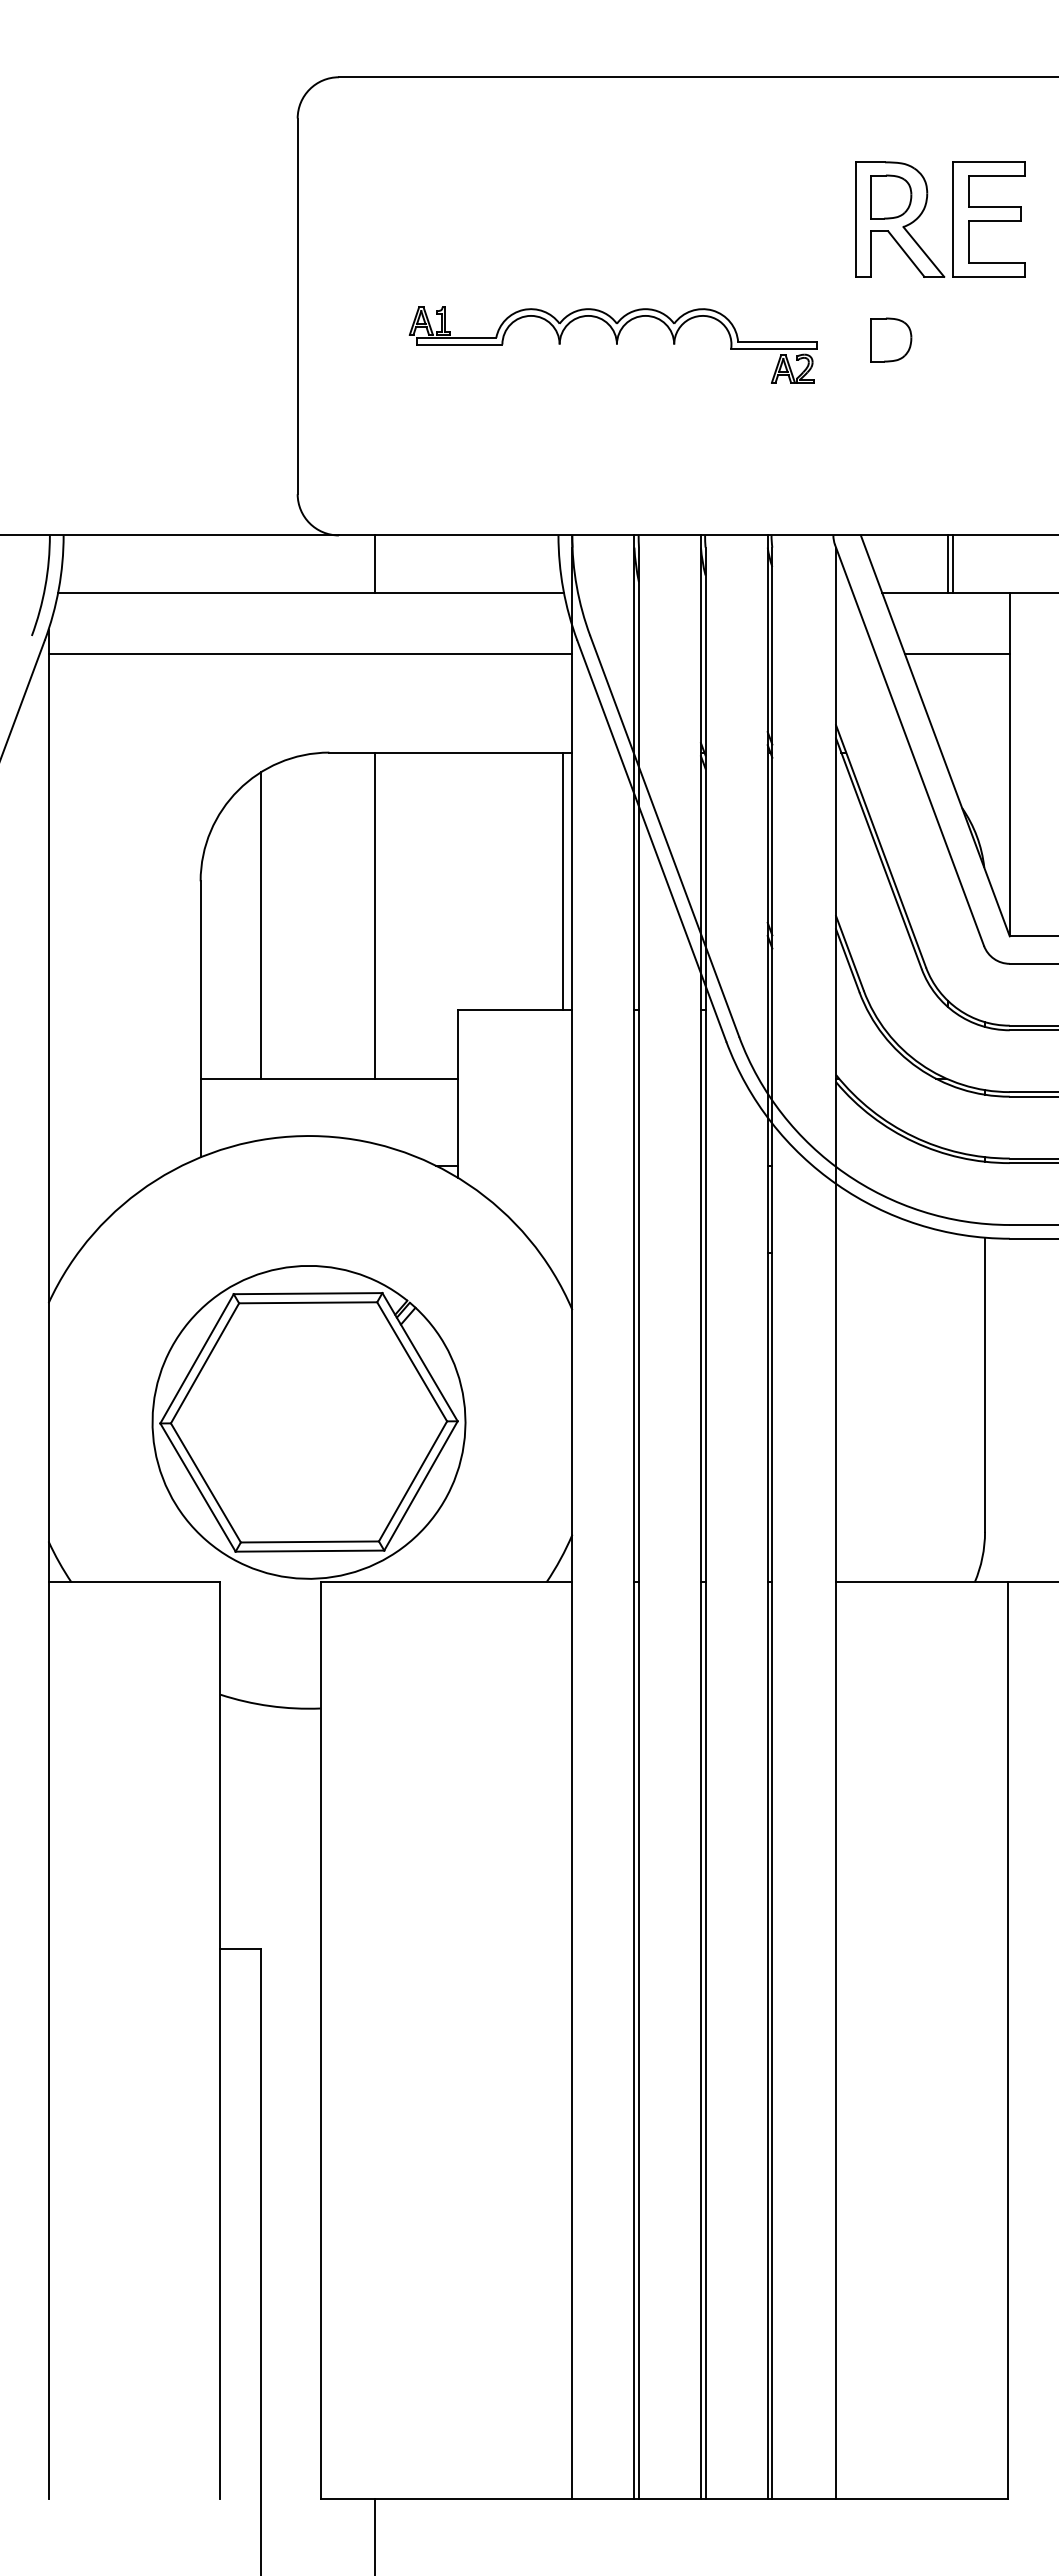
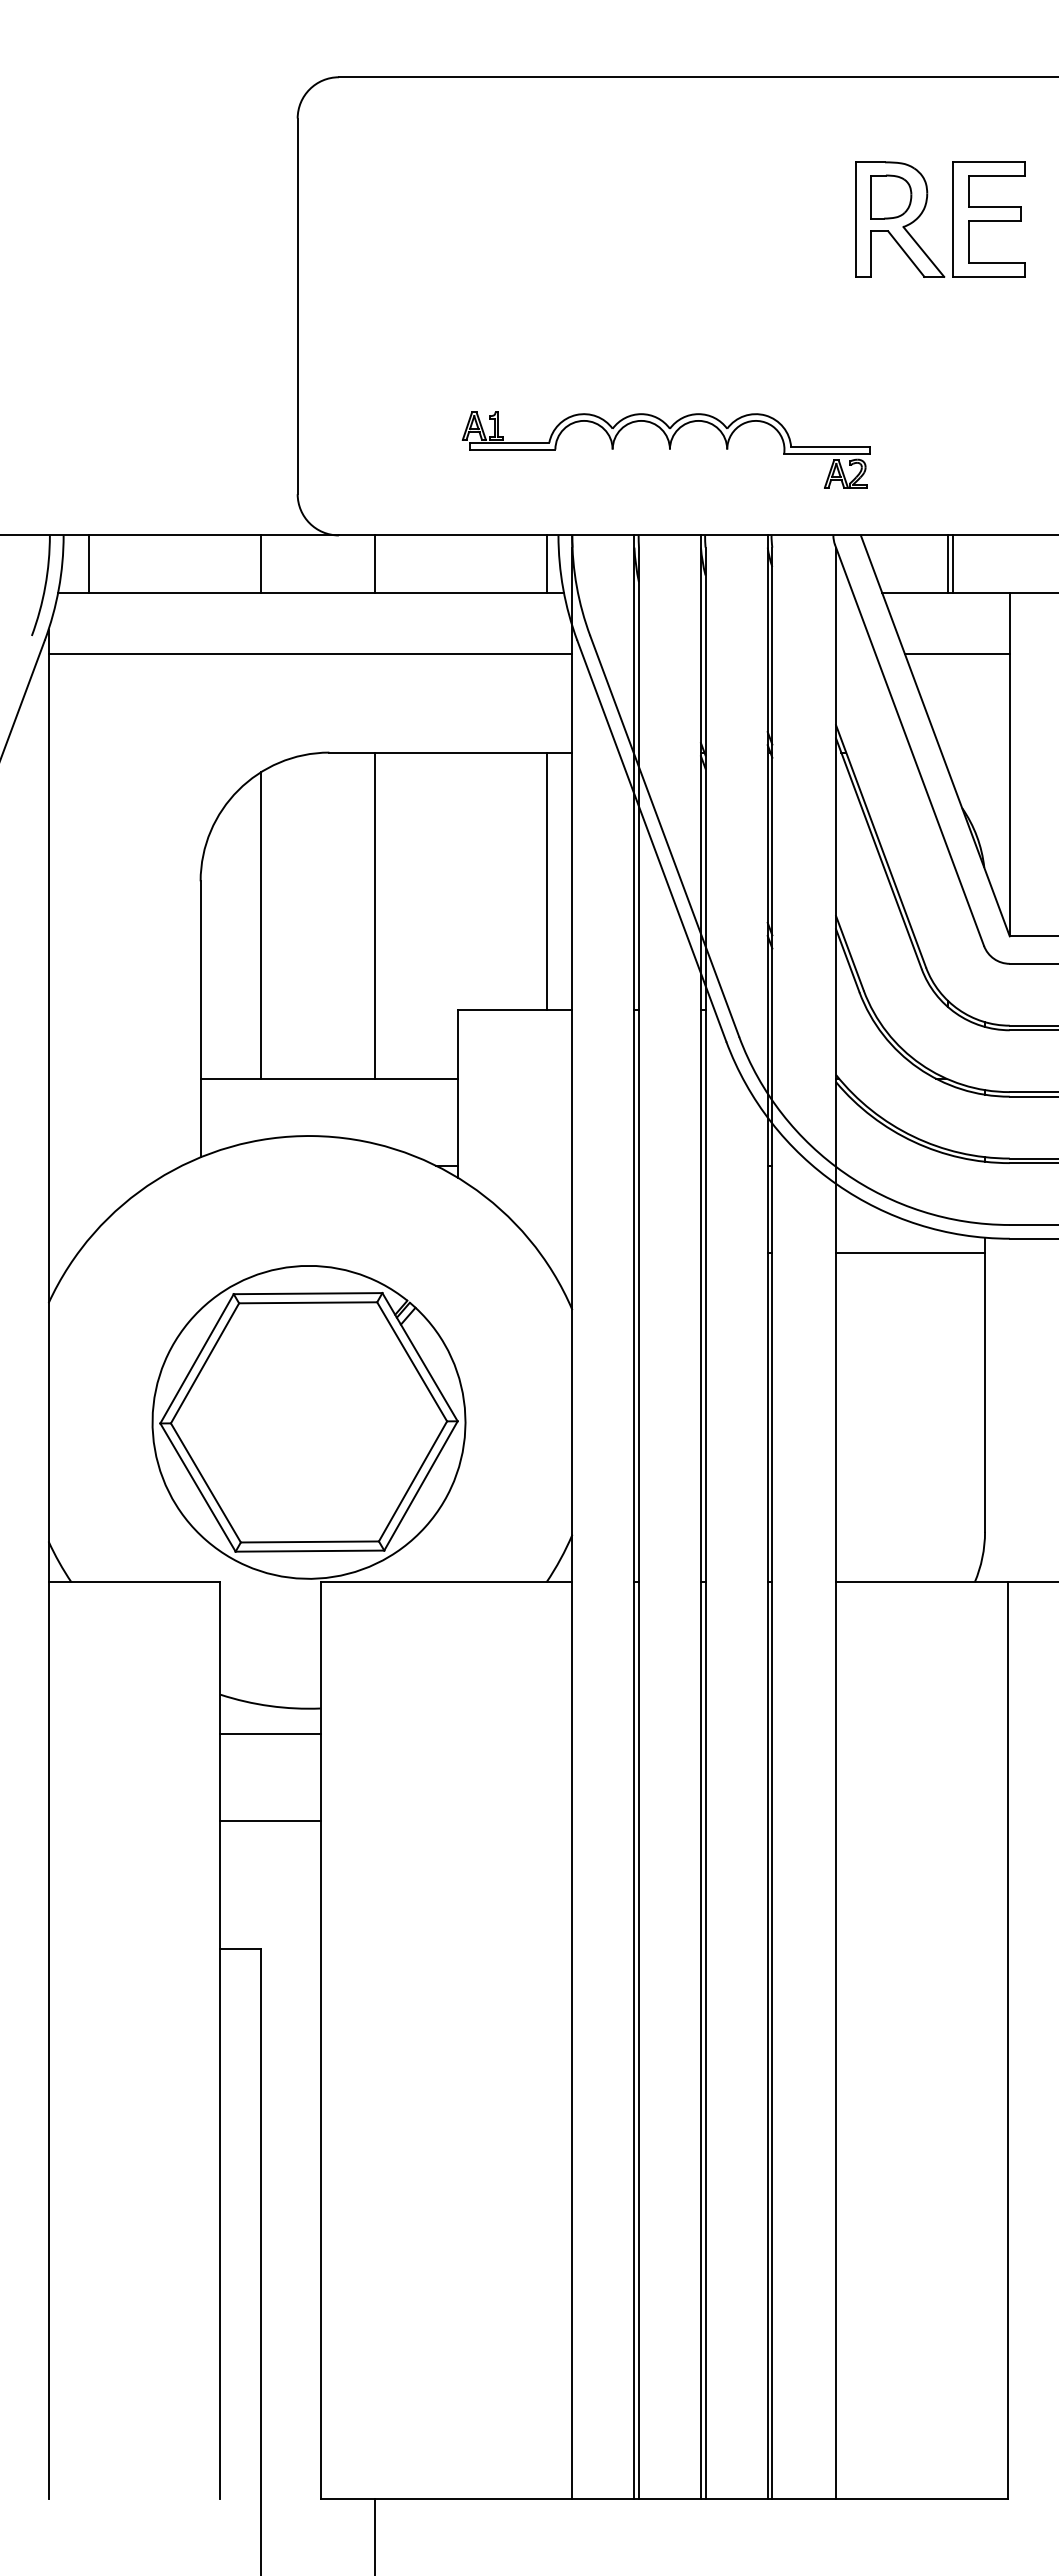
part at (891, 339): present -> none
part at (612, 344) position: (612, 344) -> (665, 449)
line at (88, 563): none -> present
line at (260, 563): none -> present
line at (547, 563): none -> present
line at (563, 881) position: (563, 881) -> (547, 881)
line at (910, 1252): none -> present
line at (270, 1733): none -> present
line at (270, 1820): none -> present
